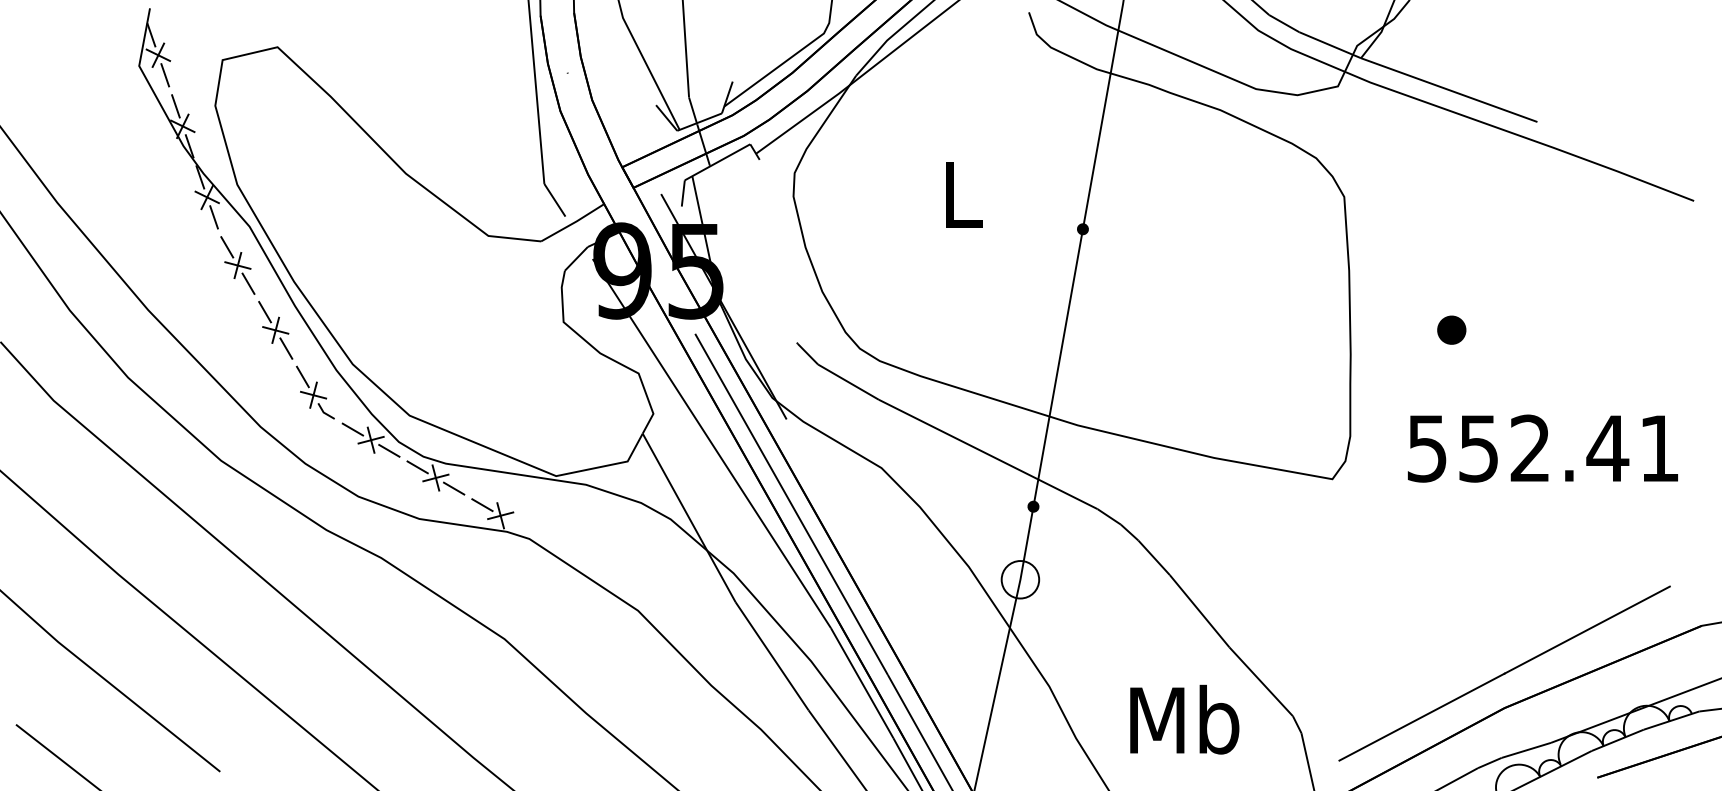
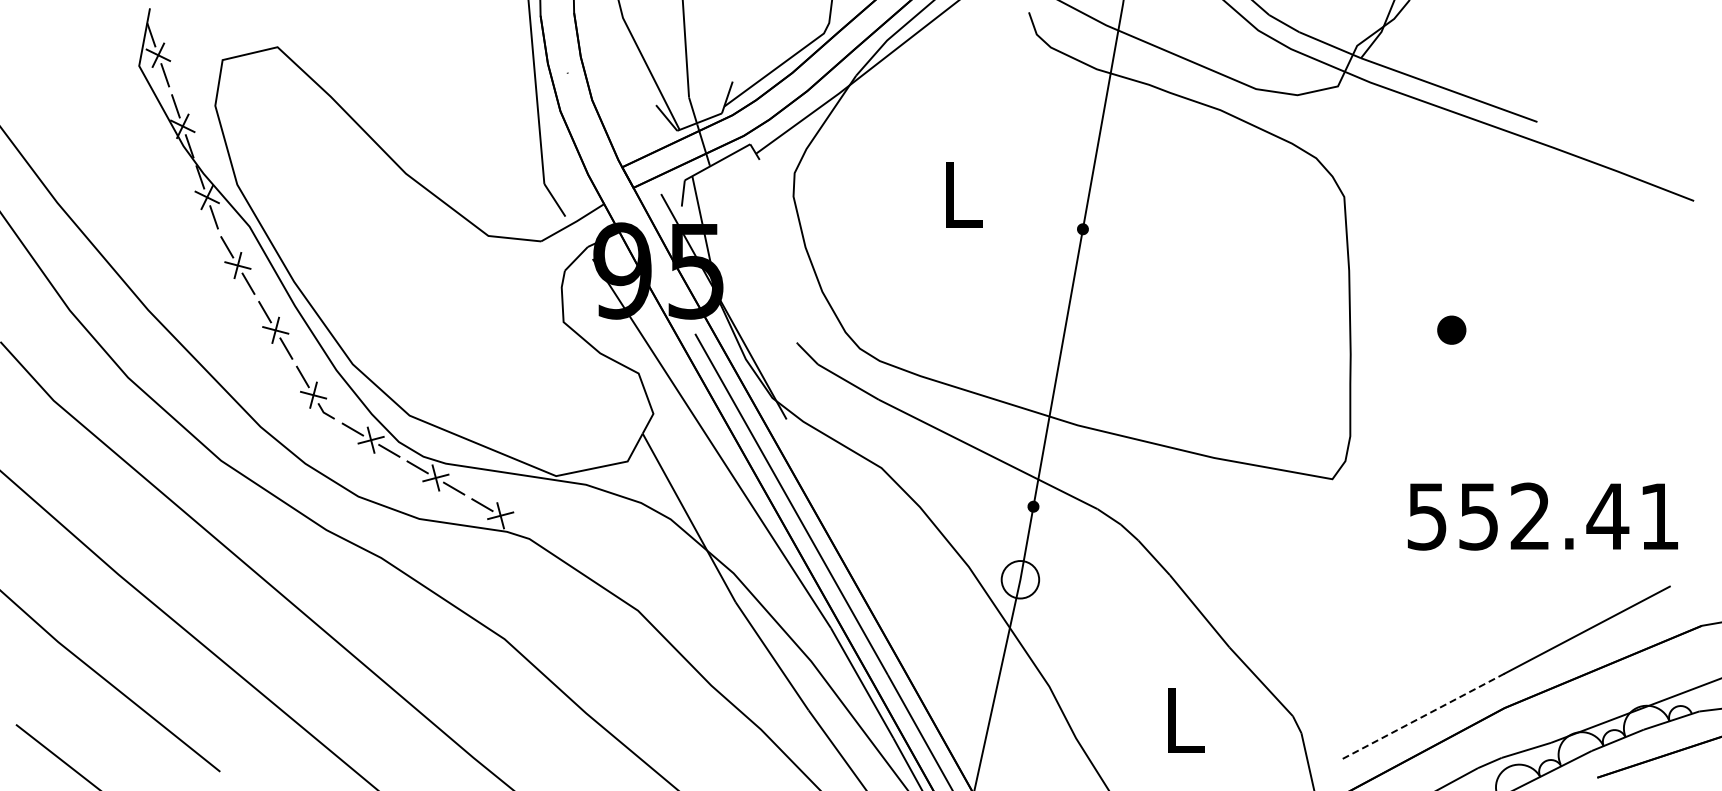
text at (1542, 448) position: (1542, 448) -> (1542, 516)
line at (1421, 717): solid -> dashed
text at (1184, 719): Mb -> L
